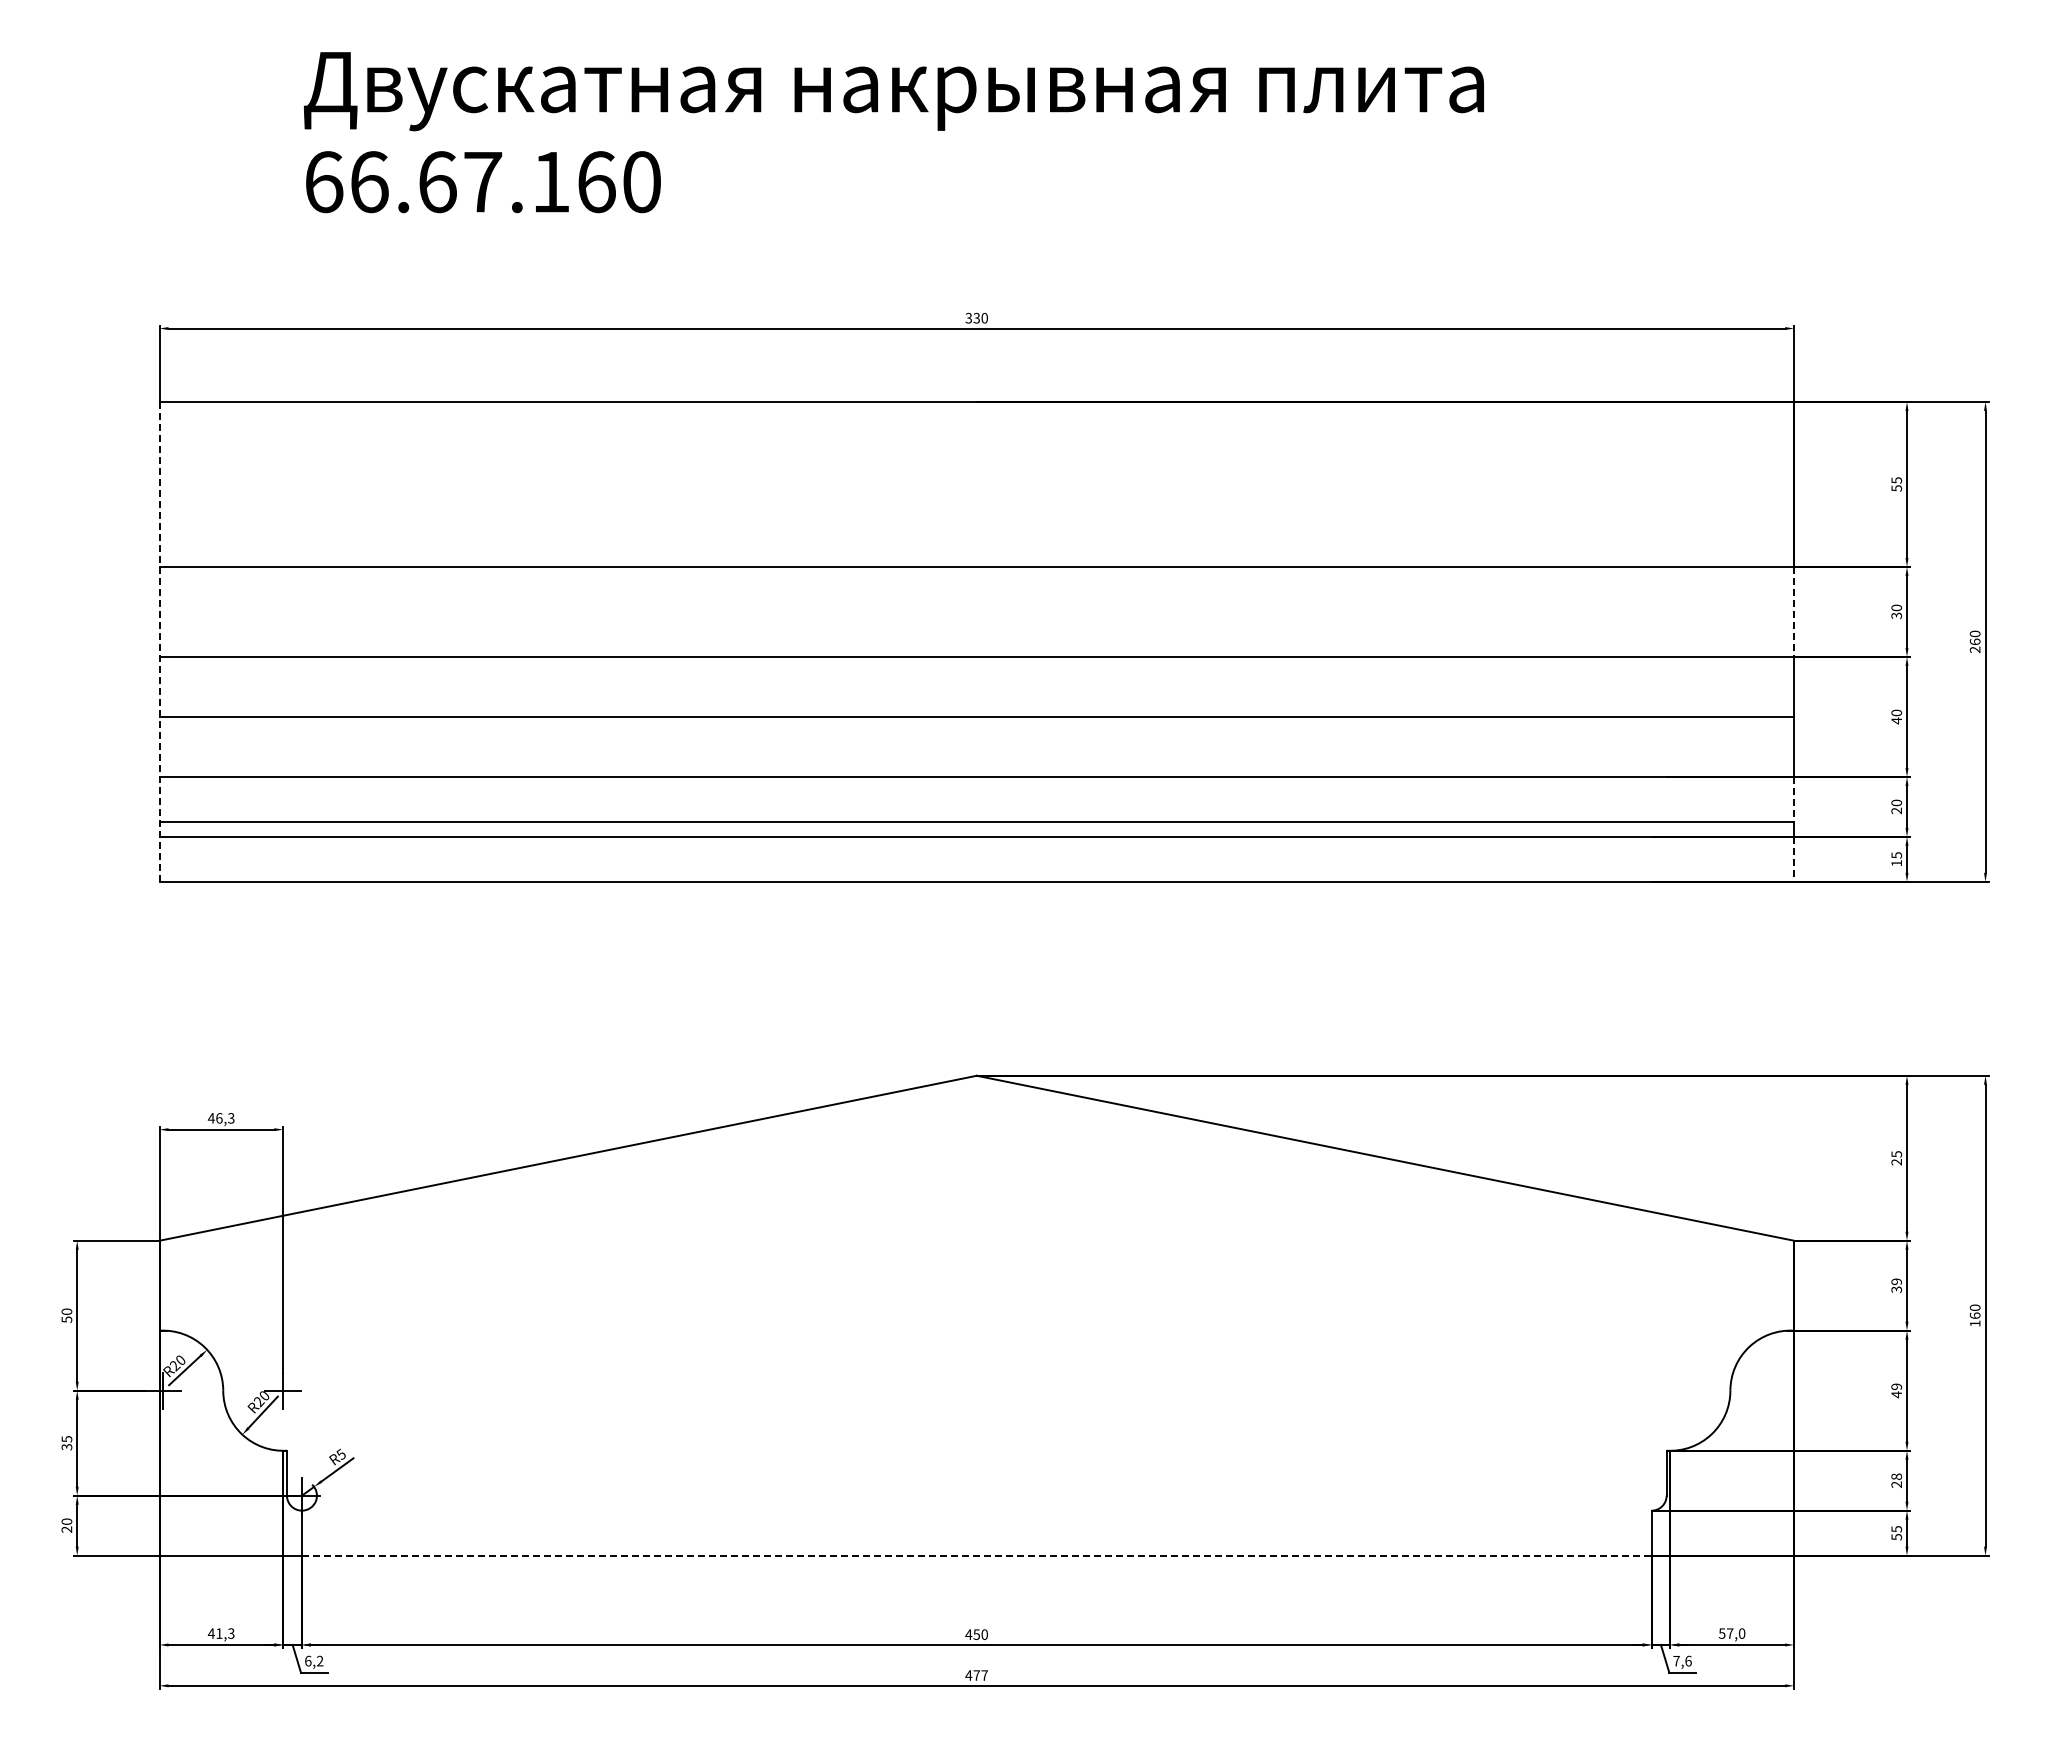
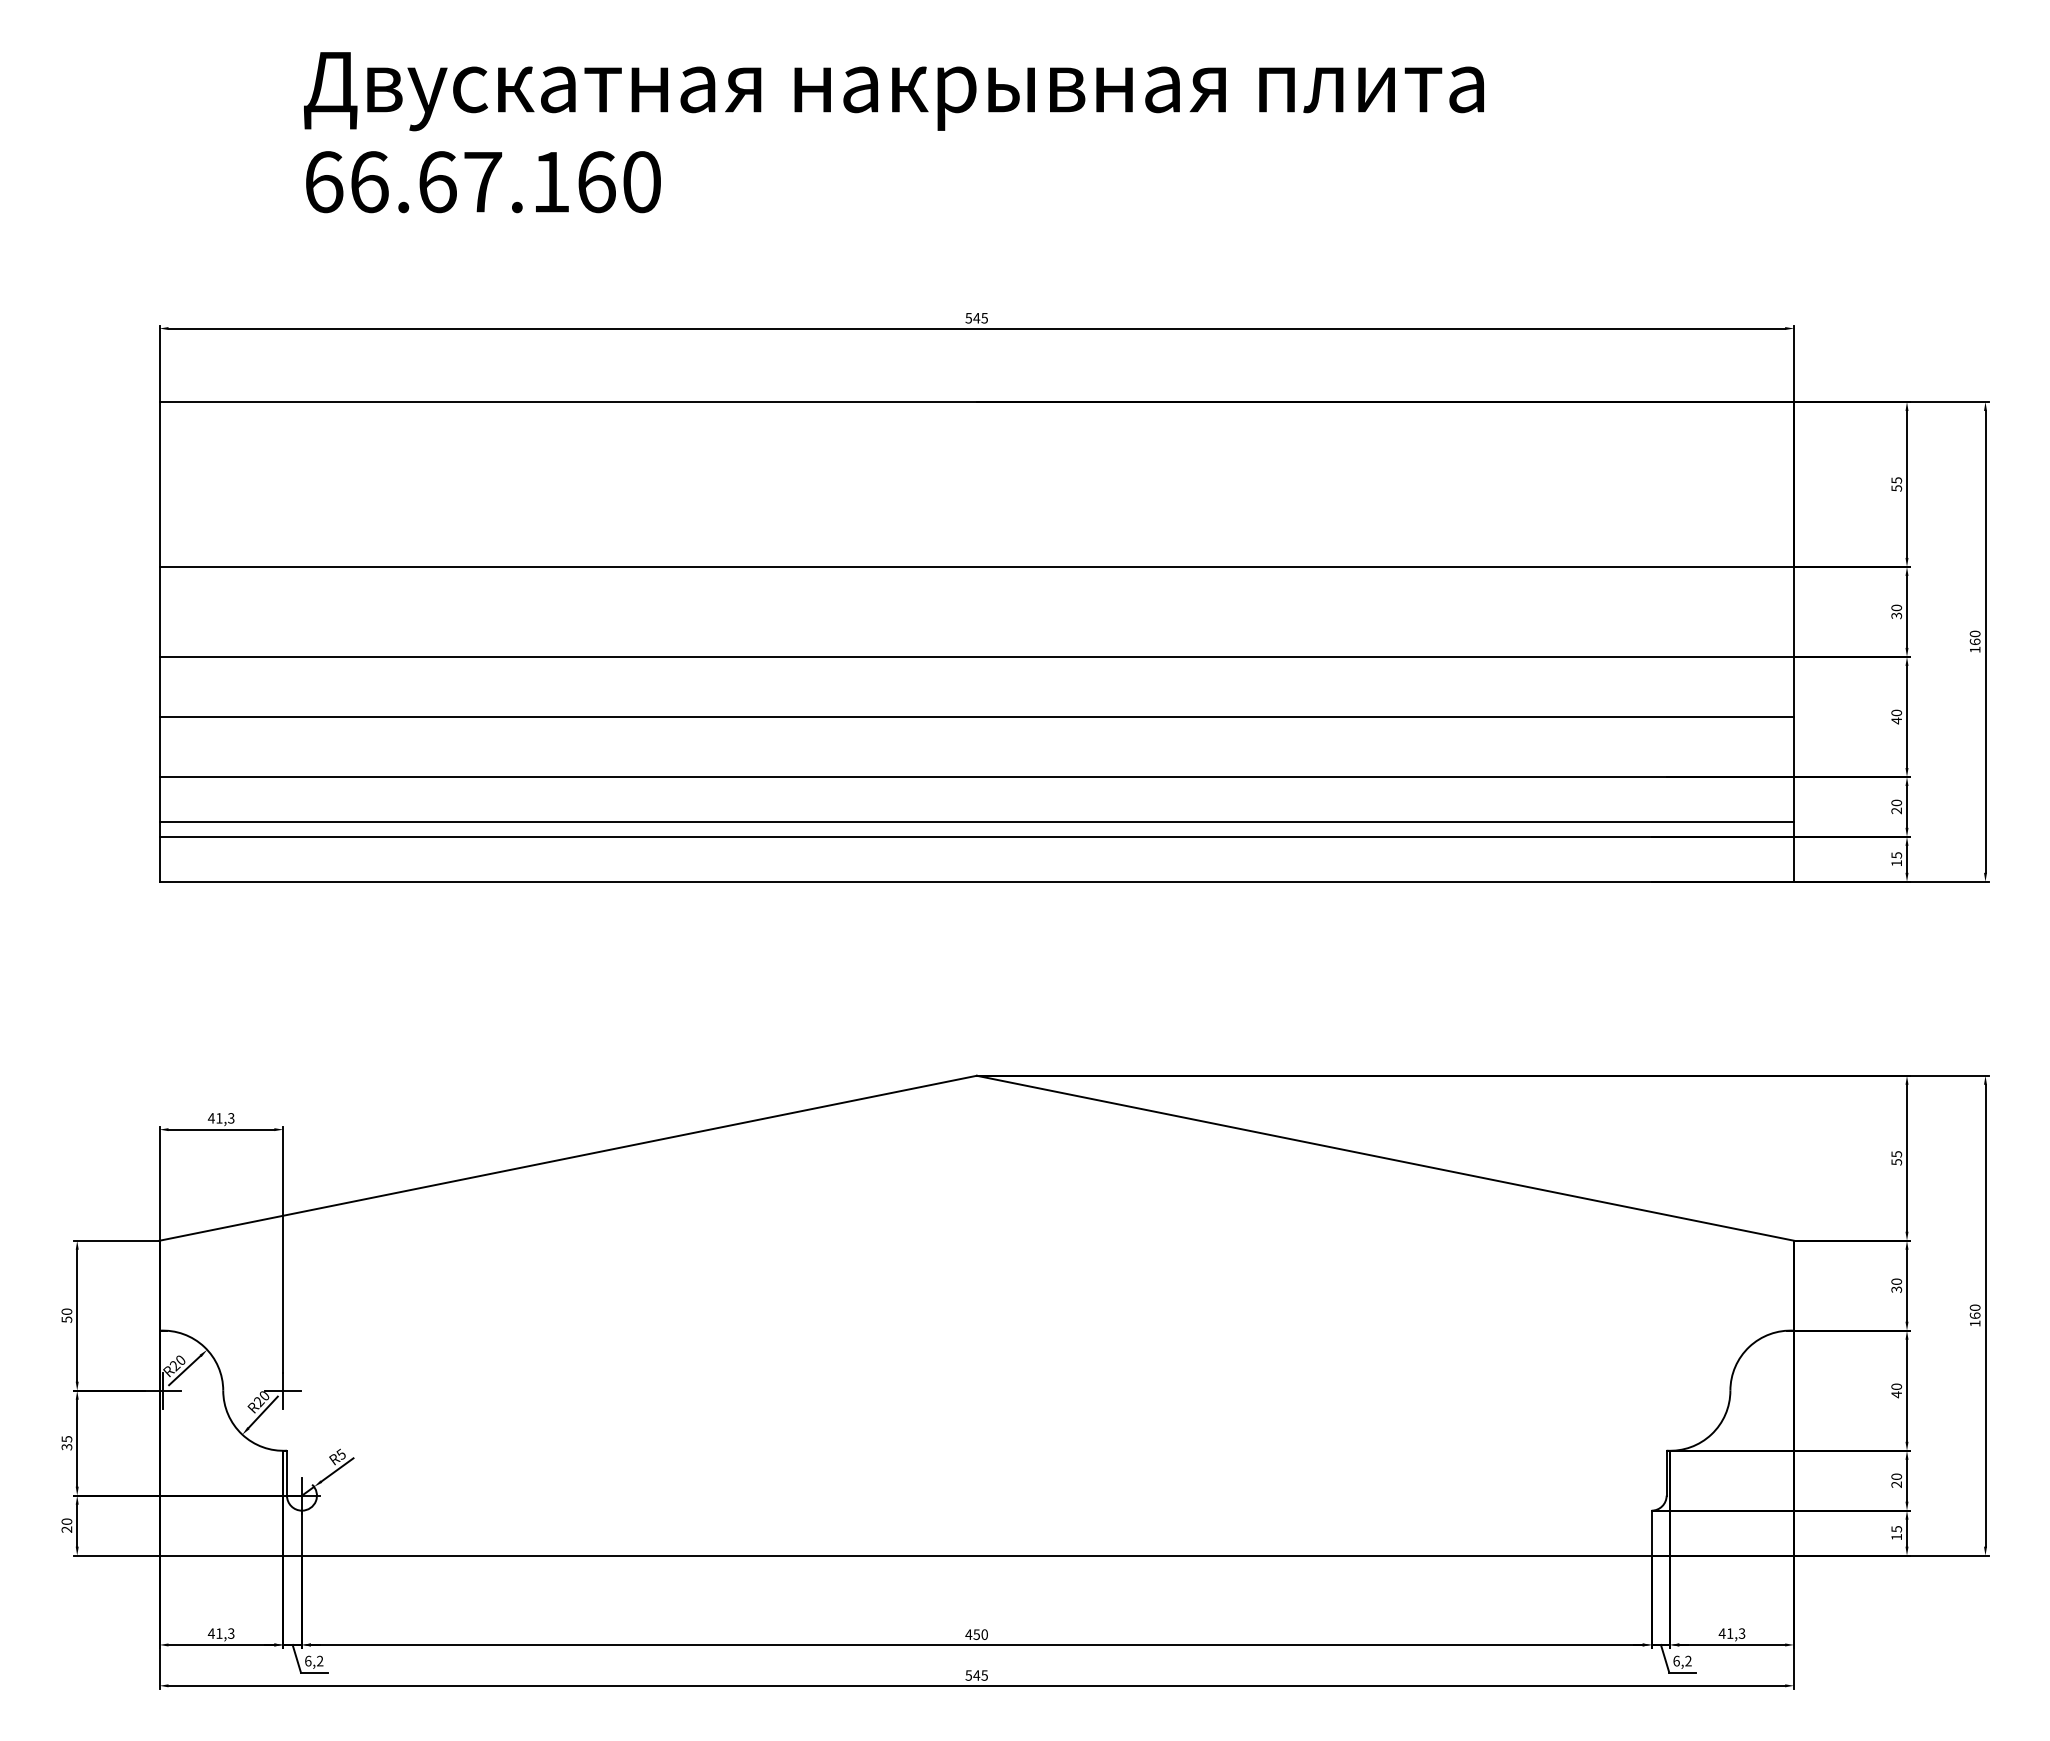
text at (976, 317): 330 -> 545
line at (1794, 611): dashed -> solid
line at (159, 641): dashed -> solid
text at (1974, 649): 260 -> 160
line at (1794, 799): dashed -> solid
line at (1794, 859): dashed -> solid
text at (219, 1118): 46,3 -> 41,3
text at (1896, 1162): 25 -> 55
text at (1896, 1281): 39 -> 30
text at (1896, 1386): 49 -> 40
text at (1896, 1476): 28 -> 20
text at (1896, 1537): 55 -> 15
line at (976, 1555): dashed -> solid
text at (1731, 1633): 57,0 -> 41,3
text at (1682, 1660): 7,6 -> 6,2
text at (976, 1675): 477 -> 545
